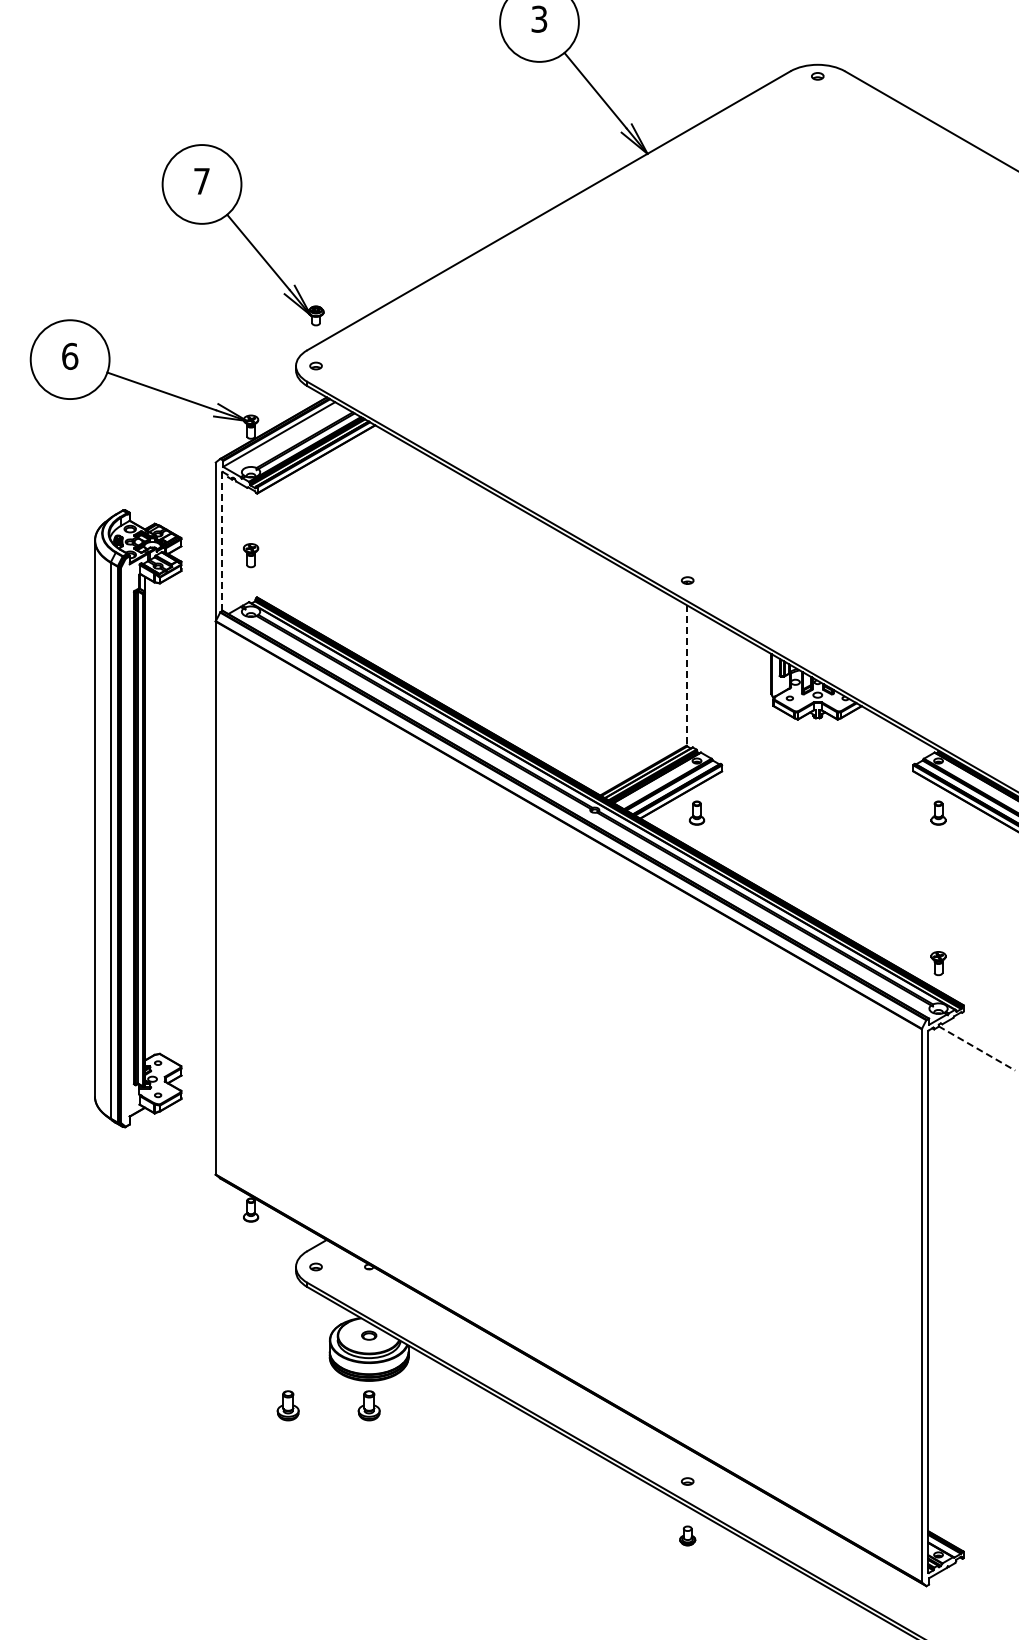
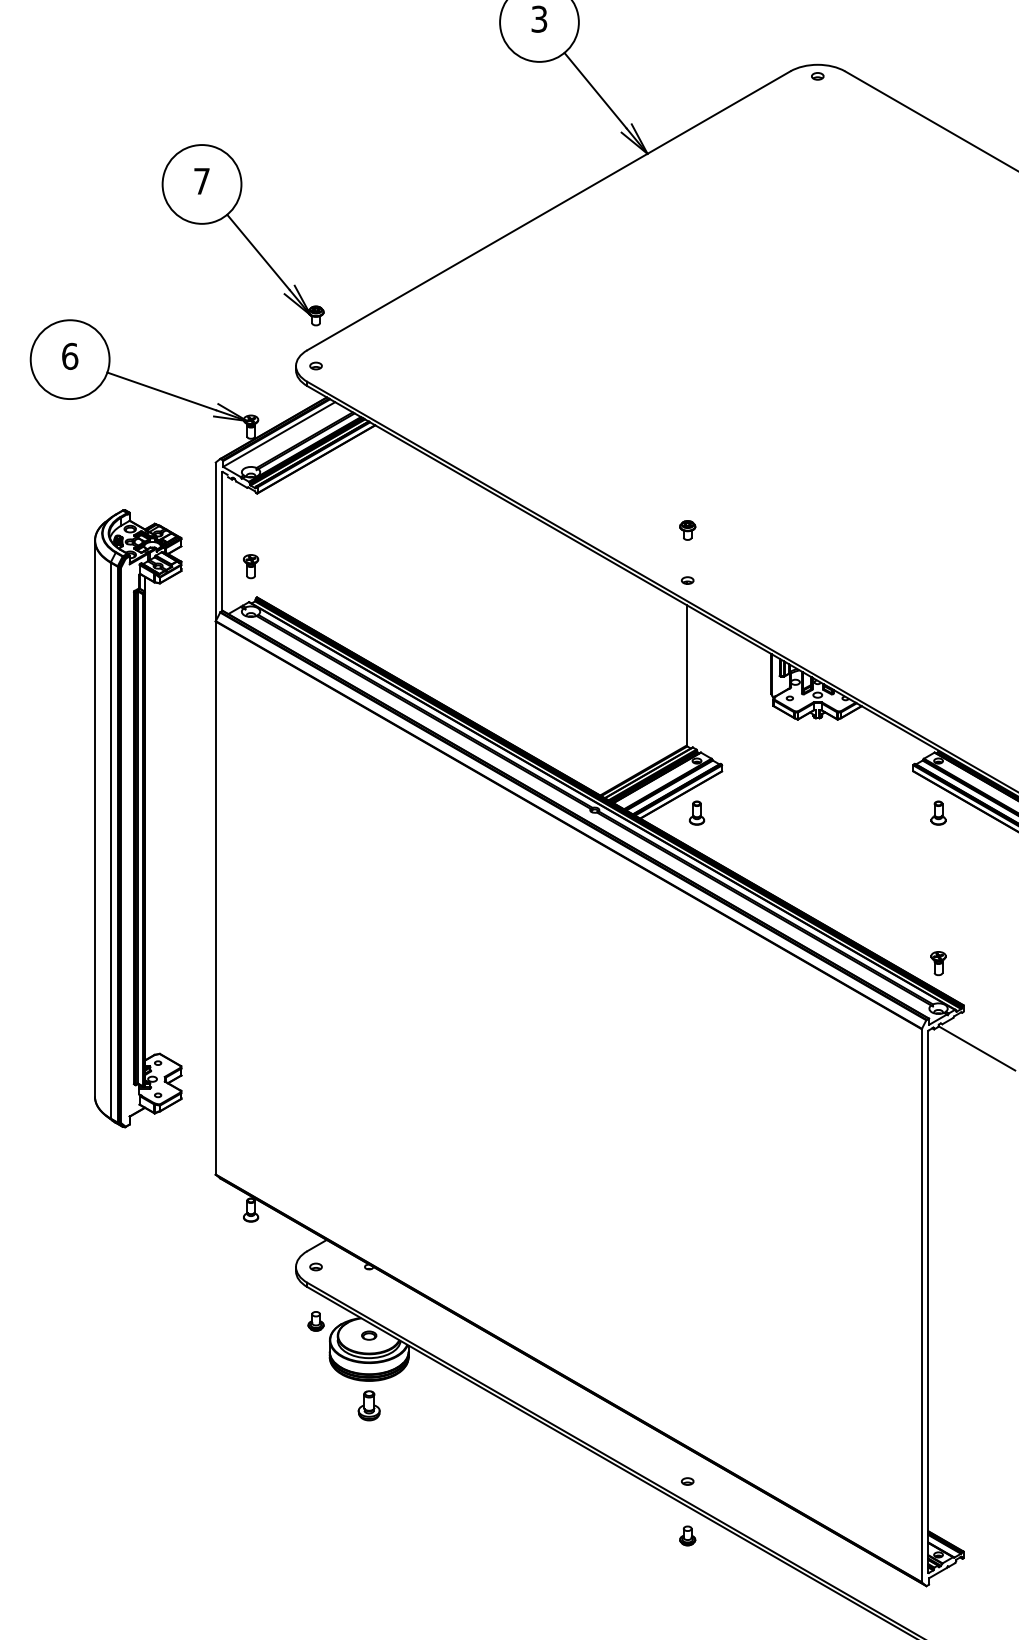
part at (687, 530): none -> present
line at (222, 541): dashed -> solid
part at (251, 555) position: (251, 555) -> (251, 566)
line at (686, 675): dashed -> solid
line at (977, 1048): dashed -> solid
part at (315, 1321): none -> present
part at (287, 1405): present -> none
